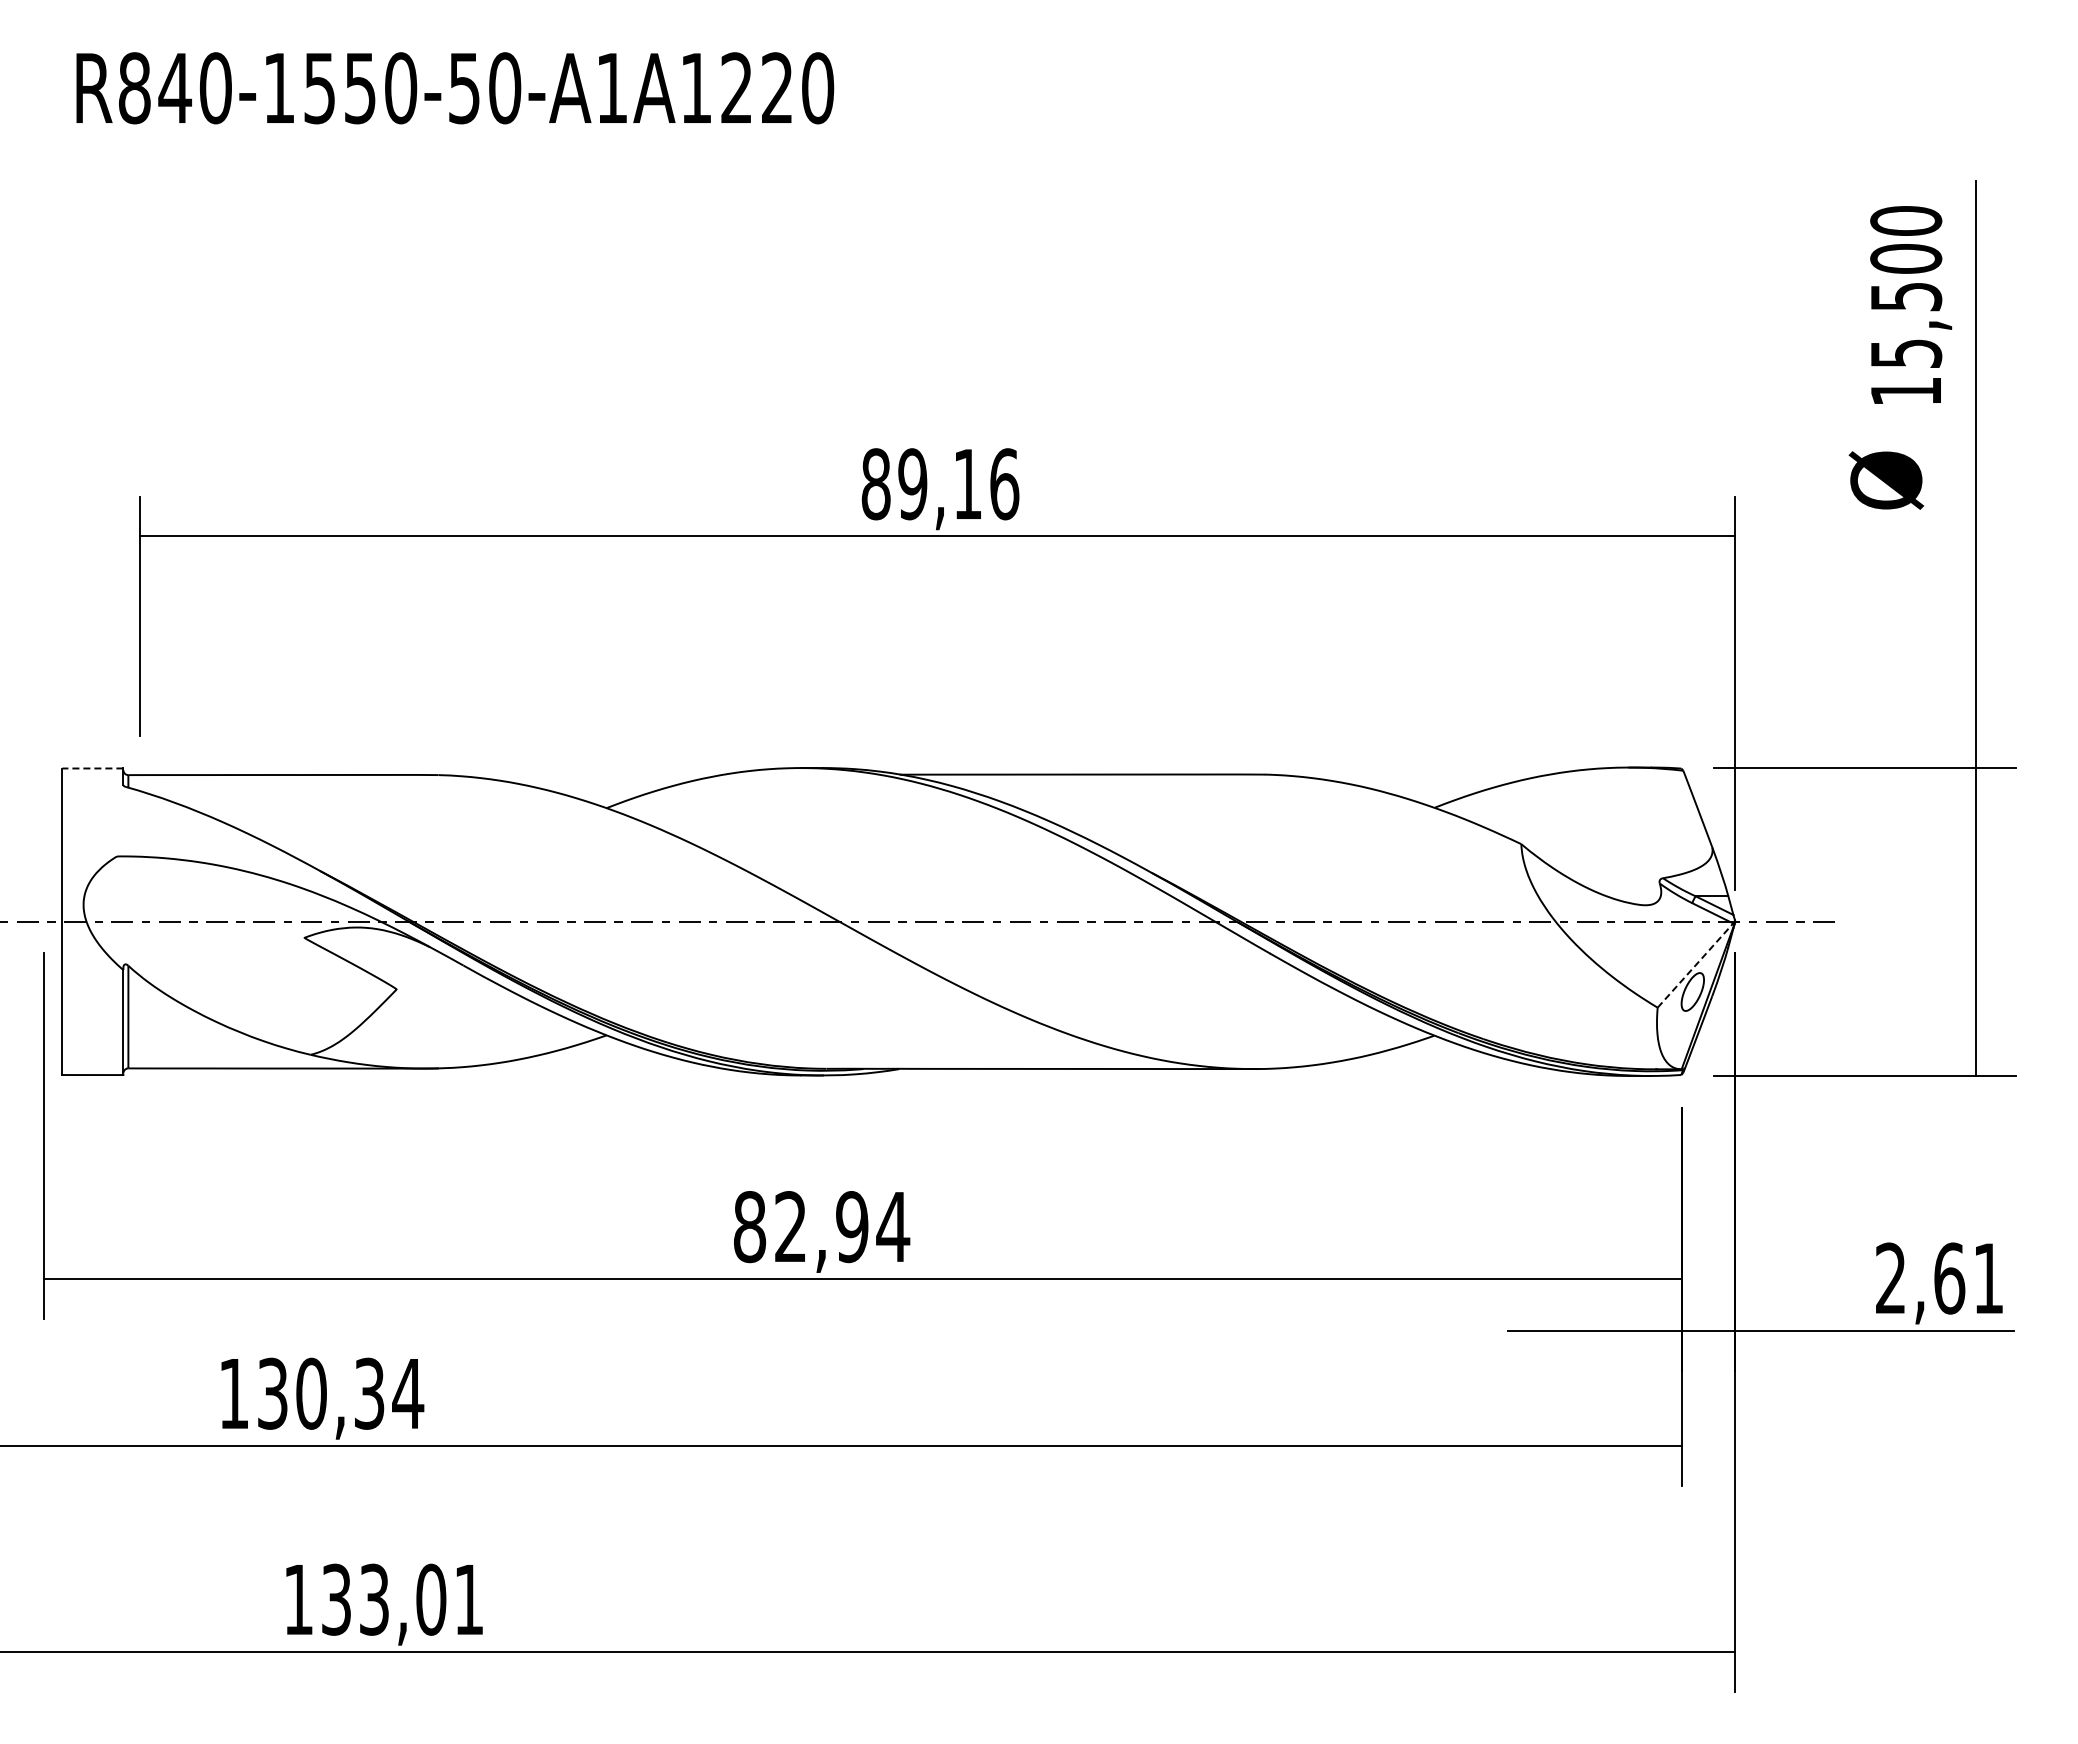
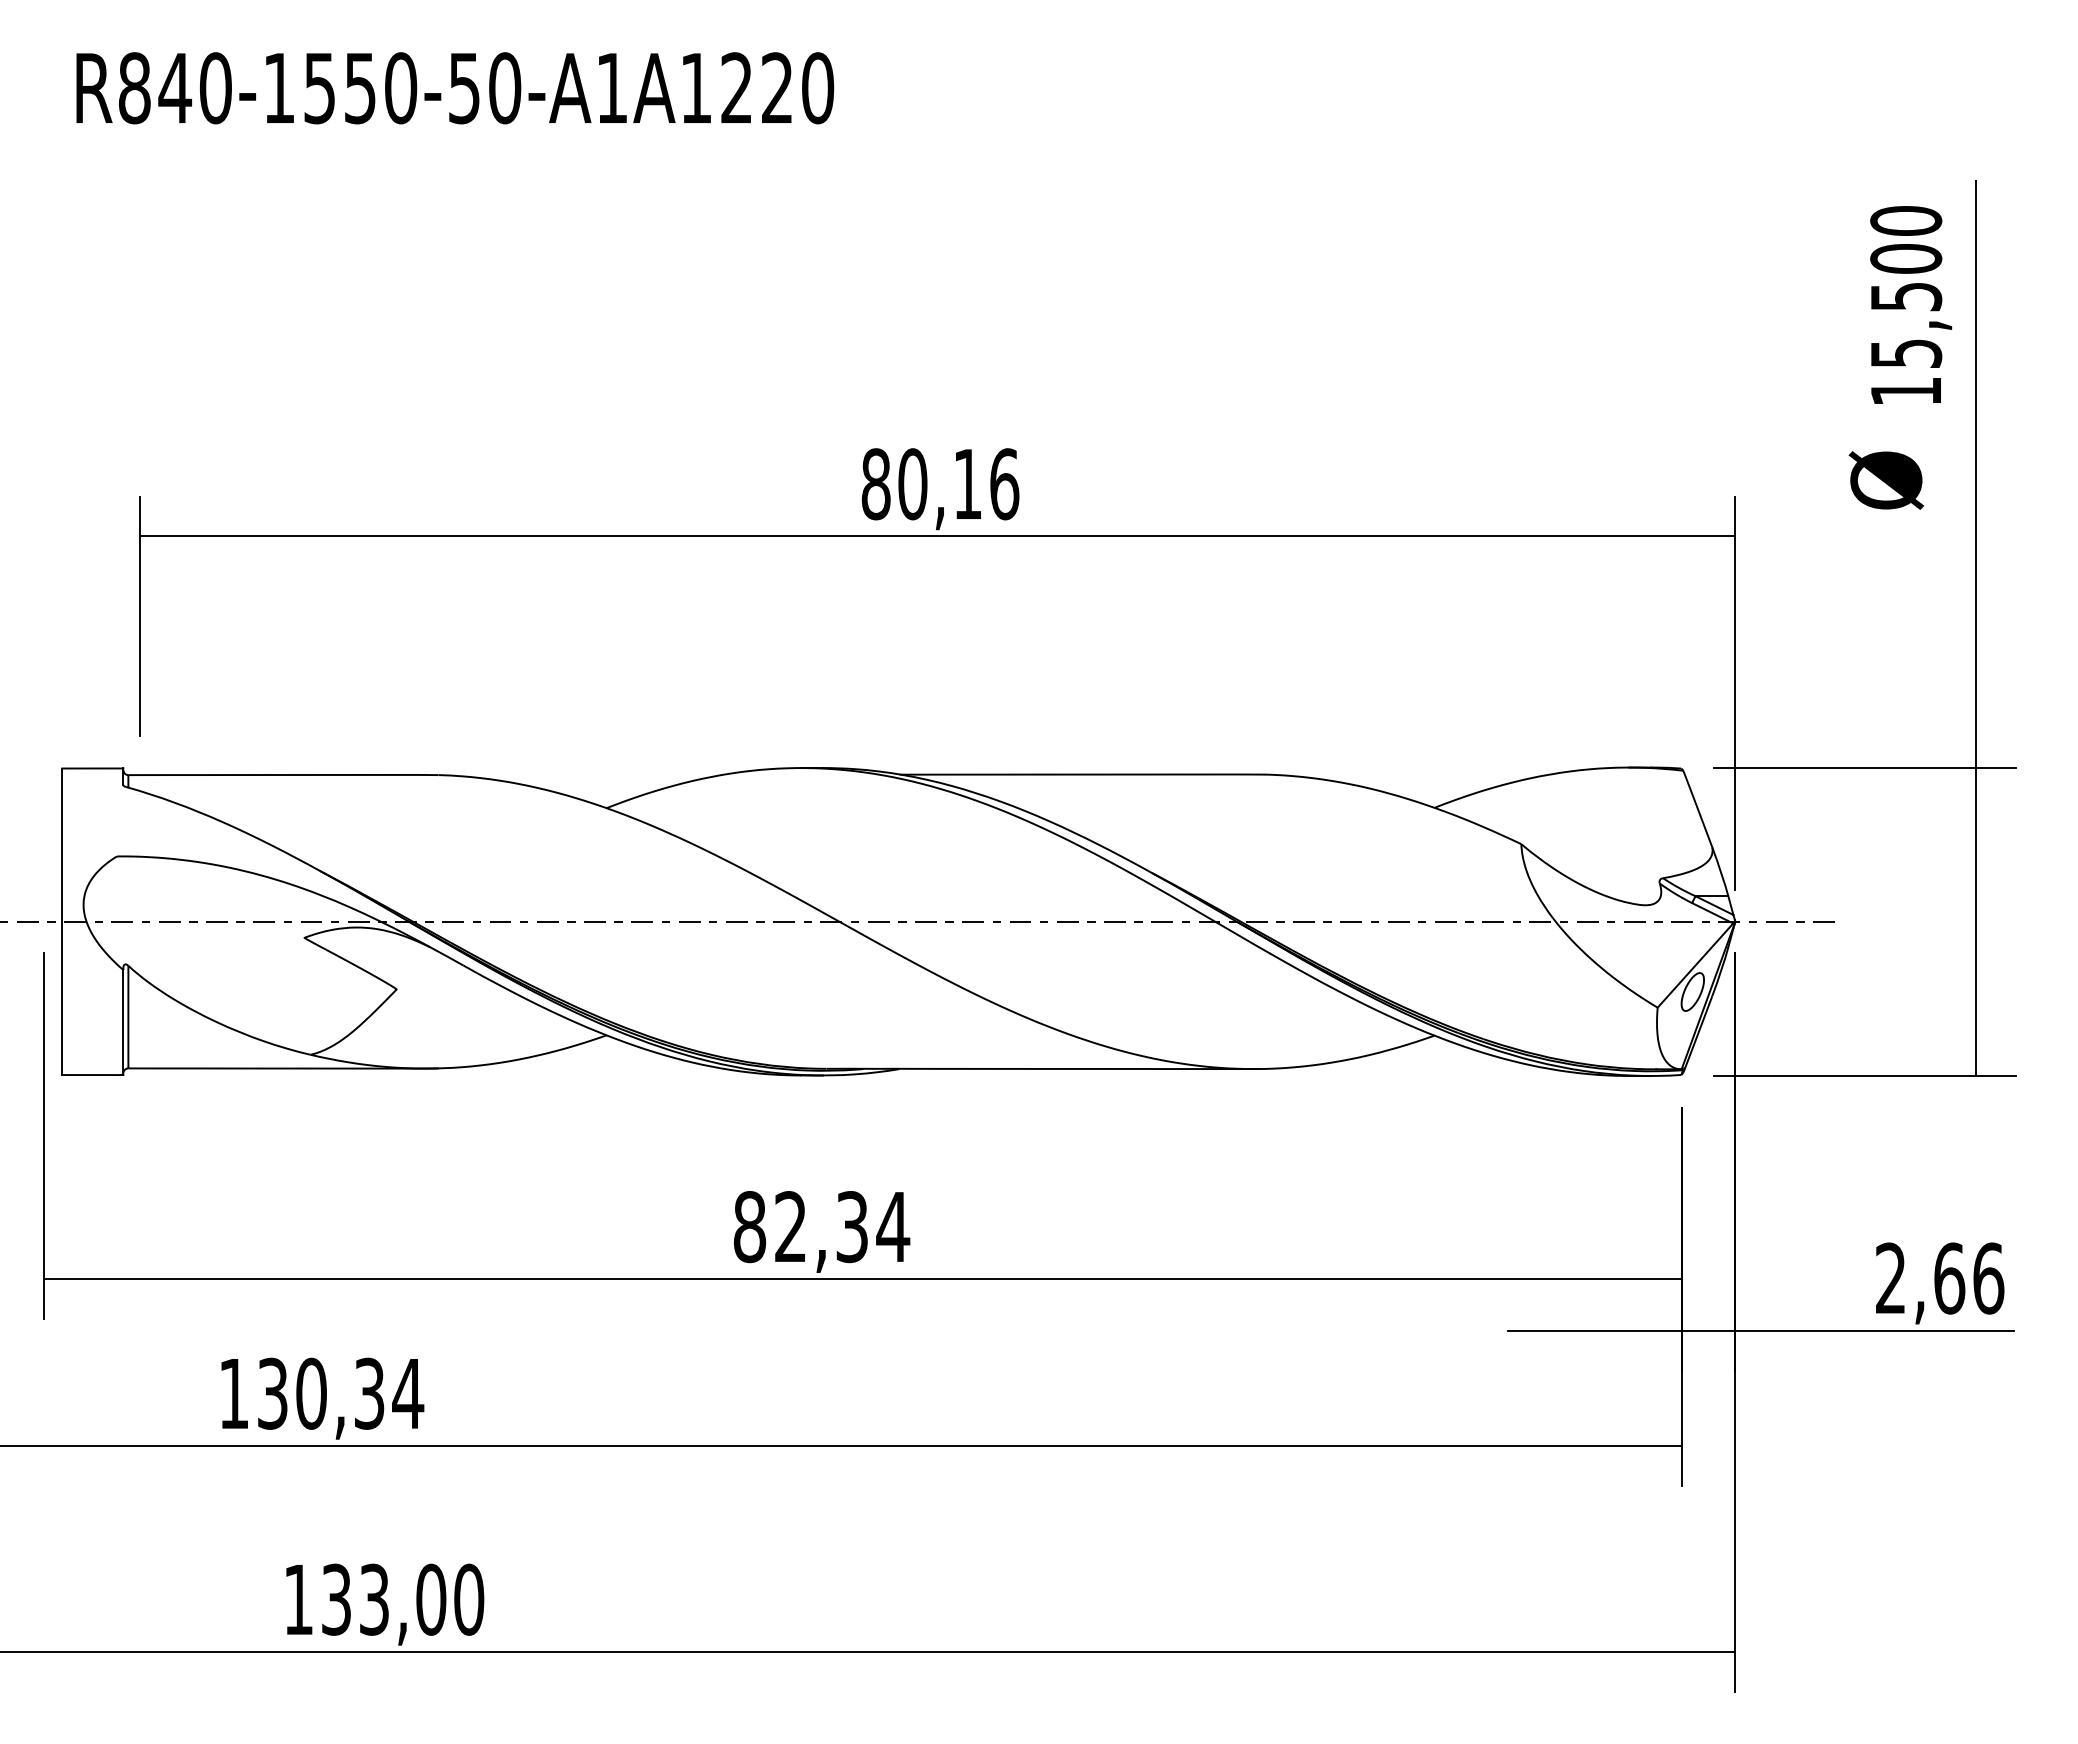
text at (912, 484): 89,16 -> 80,16
line at (92, 768): dashed -> solid
line at (1695, 965): dashed -> solid
text at (852, 1226): 82,94 -> 82,34
text at (1988, 1278): 2,61 -> 2,66
text at (469, 1599): 133,01 -> 133,00
